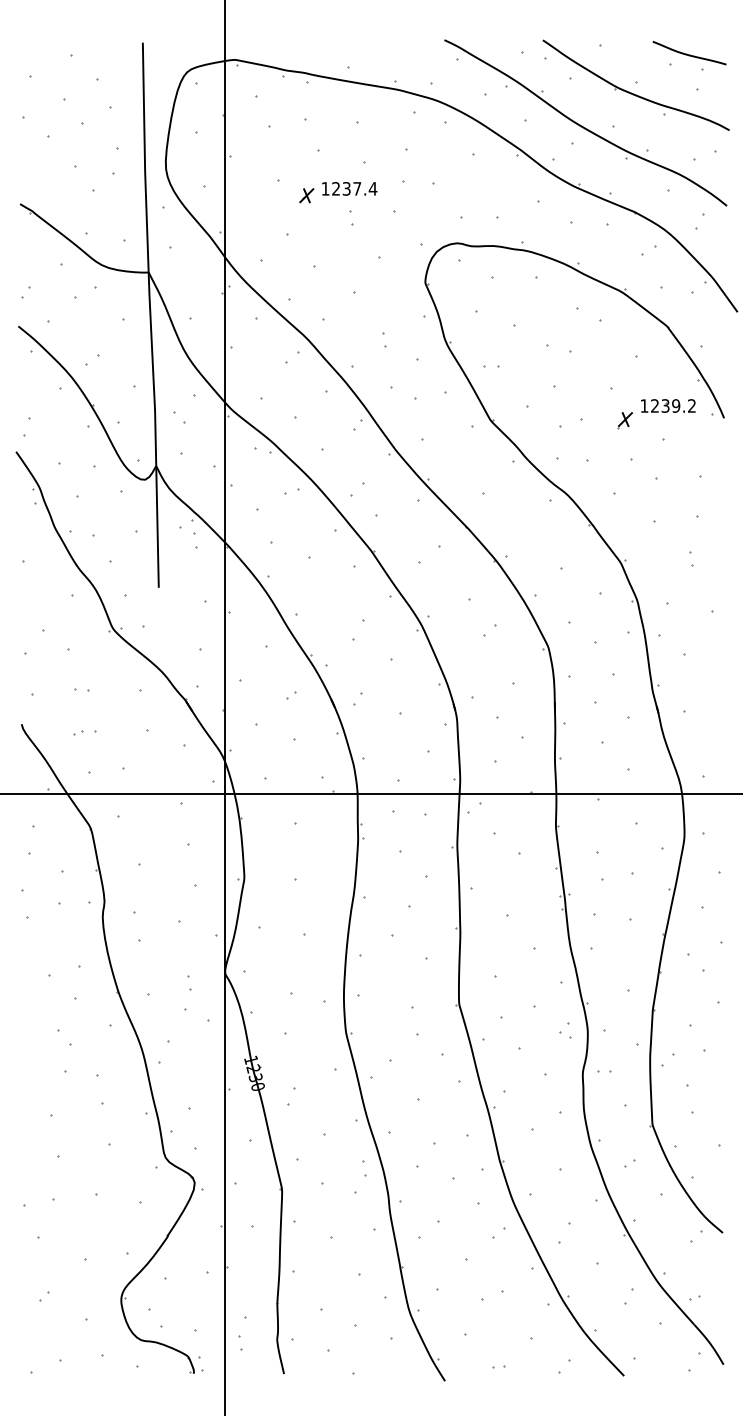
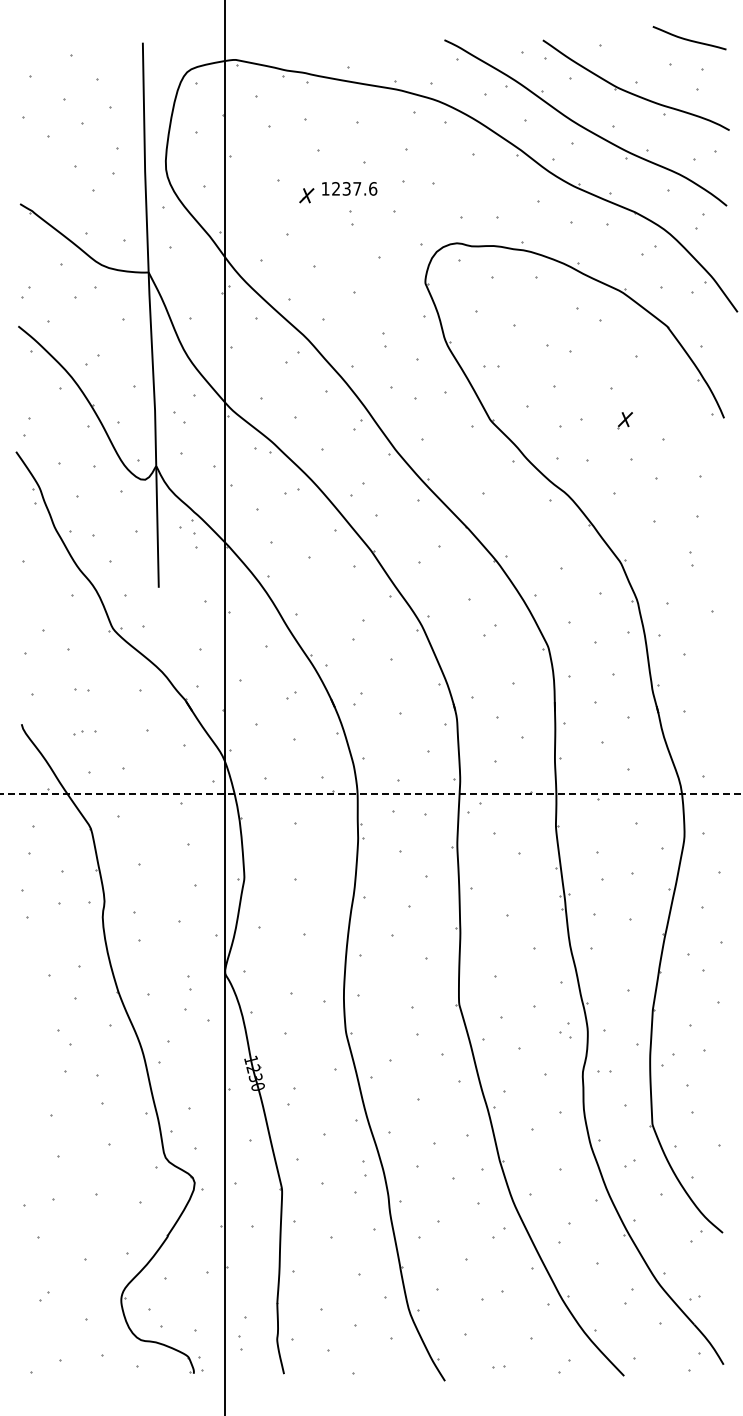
curve at (689, 54) position: (689, 54) -> (689, 39)
text at (372, 188): 1237.4 -> 1237.6
part at (668, 405): present -> none
line at (371, 794): solid -> dashed
